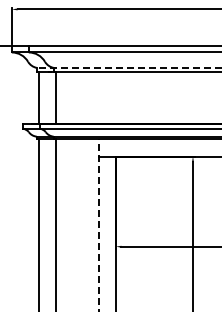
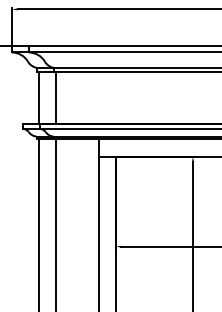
line at (128, 67): dashed -> solid
line at (98, 225): dashed -> solid
